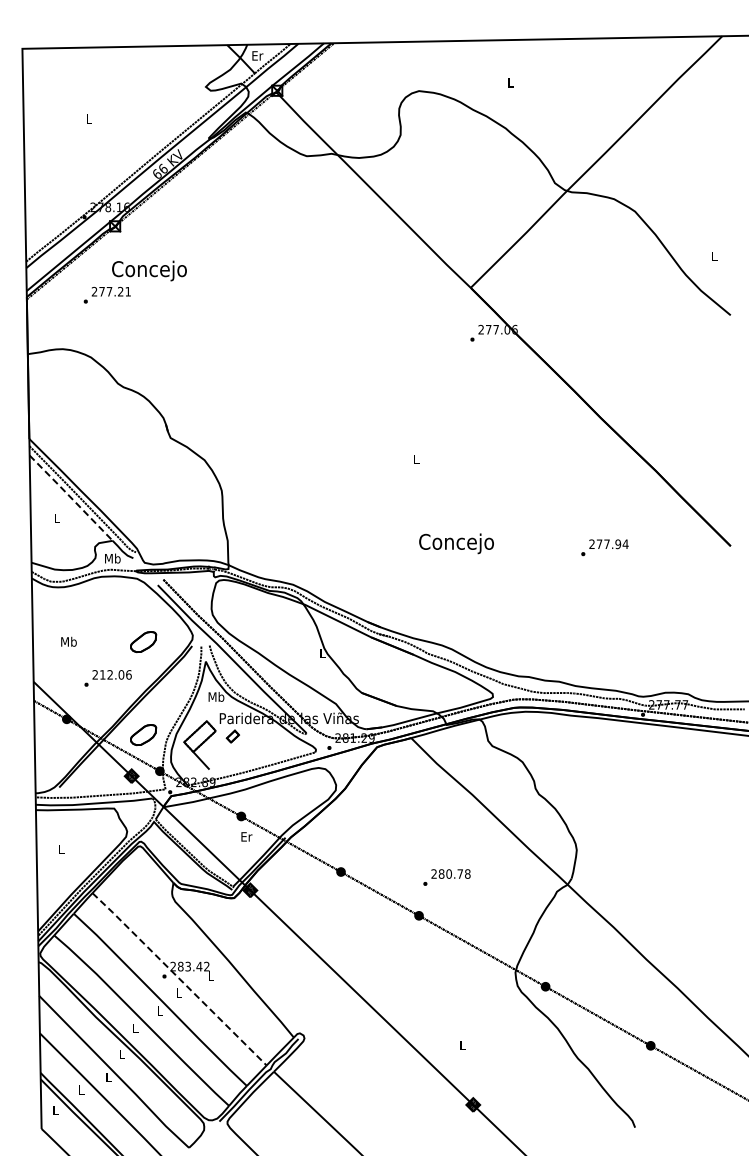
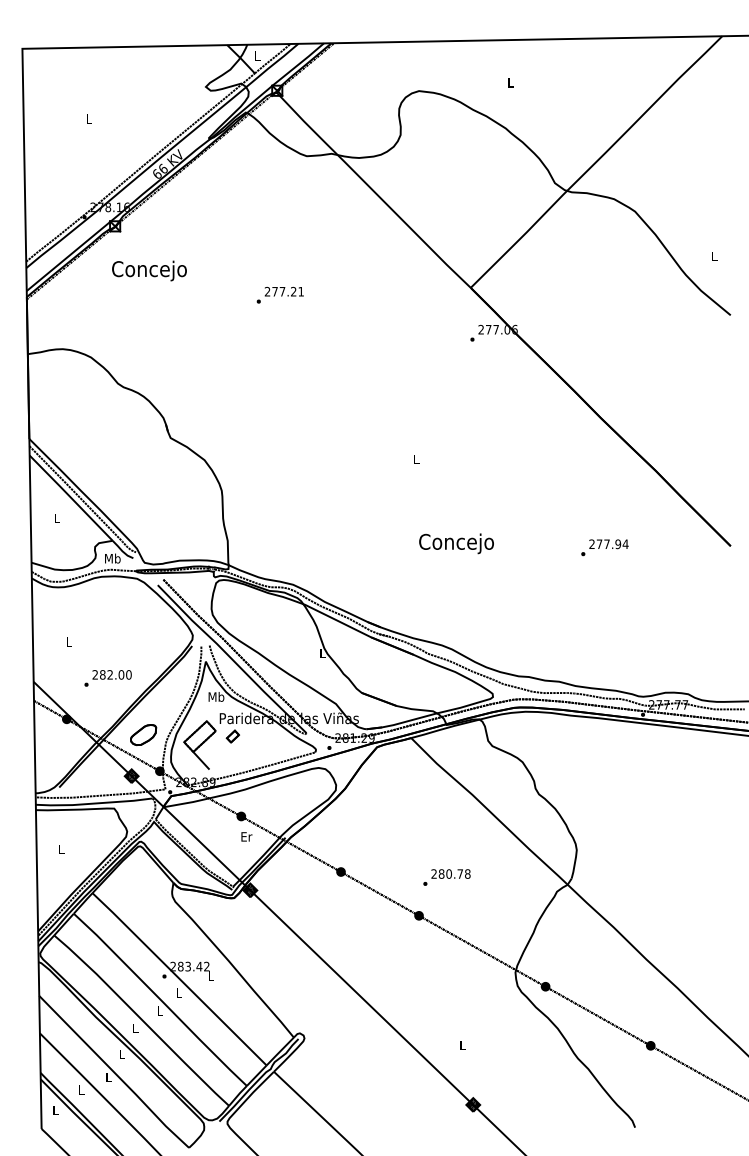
text at (257, 55): Er -> L
text at (106, 294) position: (106, 294) -> (279, 294)
line at (71, 498): dashed -> solid
text at (68, 641): Mb -> L
part at (143, 642): present -> none
text at (115, 674): 212.06 -> 282.00
line at (179, 978): dashed -> solid
